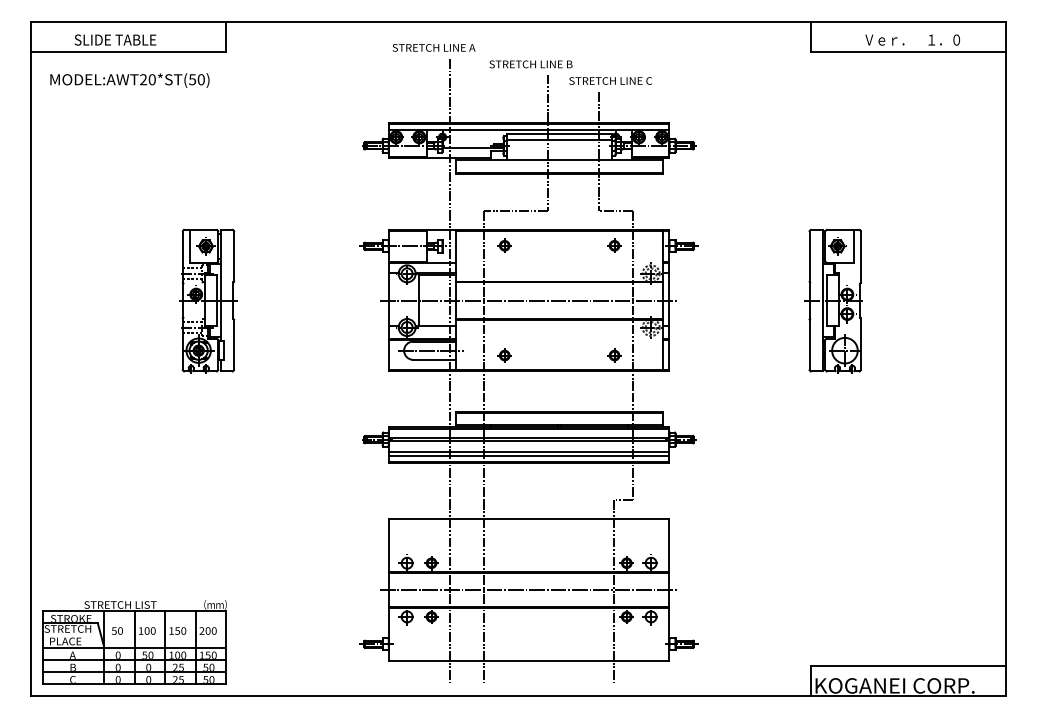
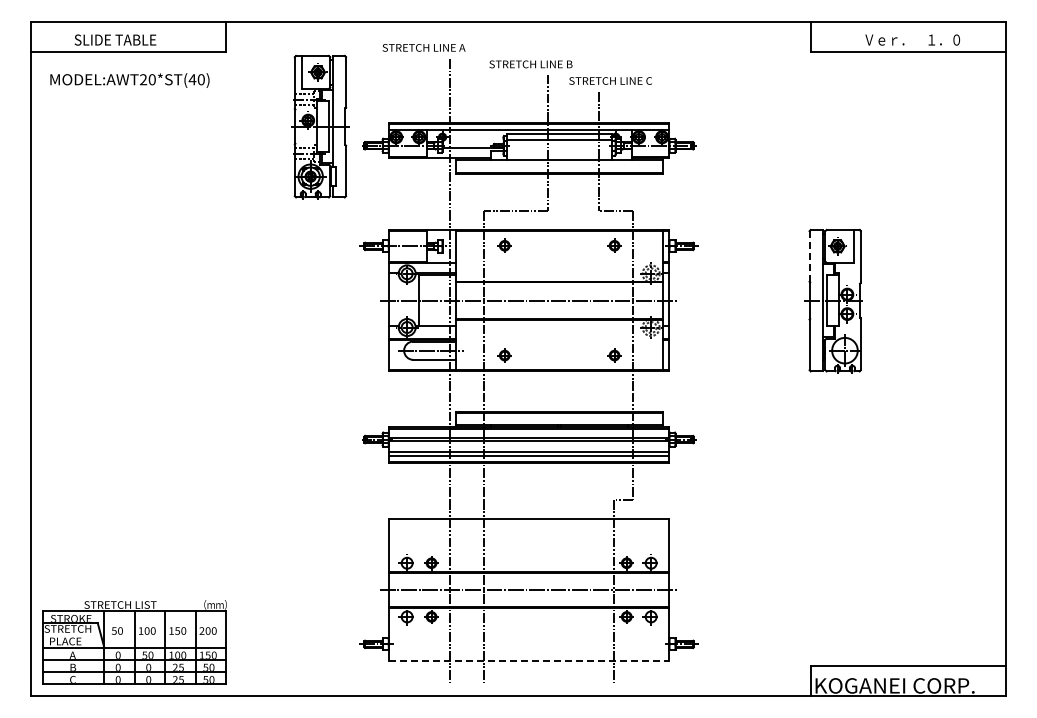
text at (433, 47) position: (433, 47) -> (423, 47)
text at (192, 79): MODEL:AWT20*ST(50) -> MODEL:AWT20*ST(40)
line at (809, 255): solid -> dashed
part at (208, 300) position: (208, 300) -> (320, 126)
line at (529, 660): solid -> dashed
